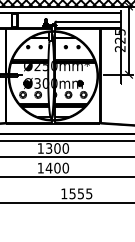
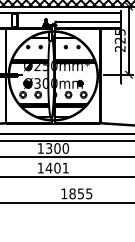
text at (65, 167): 1400 -> 1401
text at (72, 193): 1555 -> 1855
